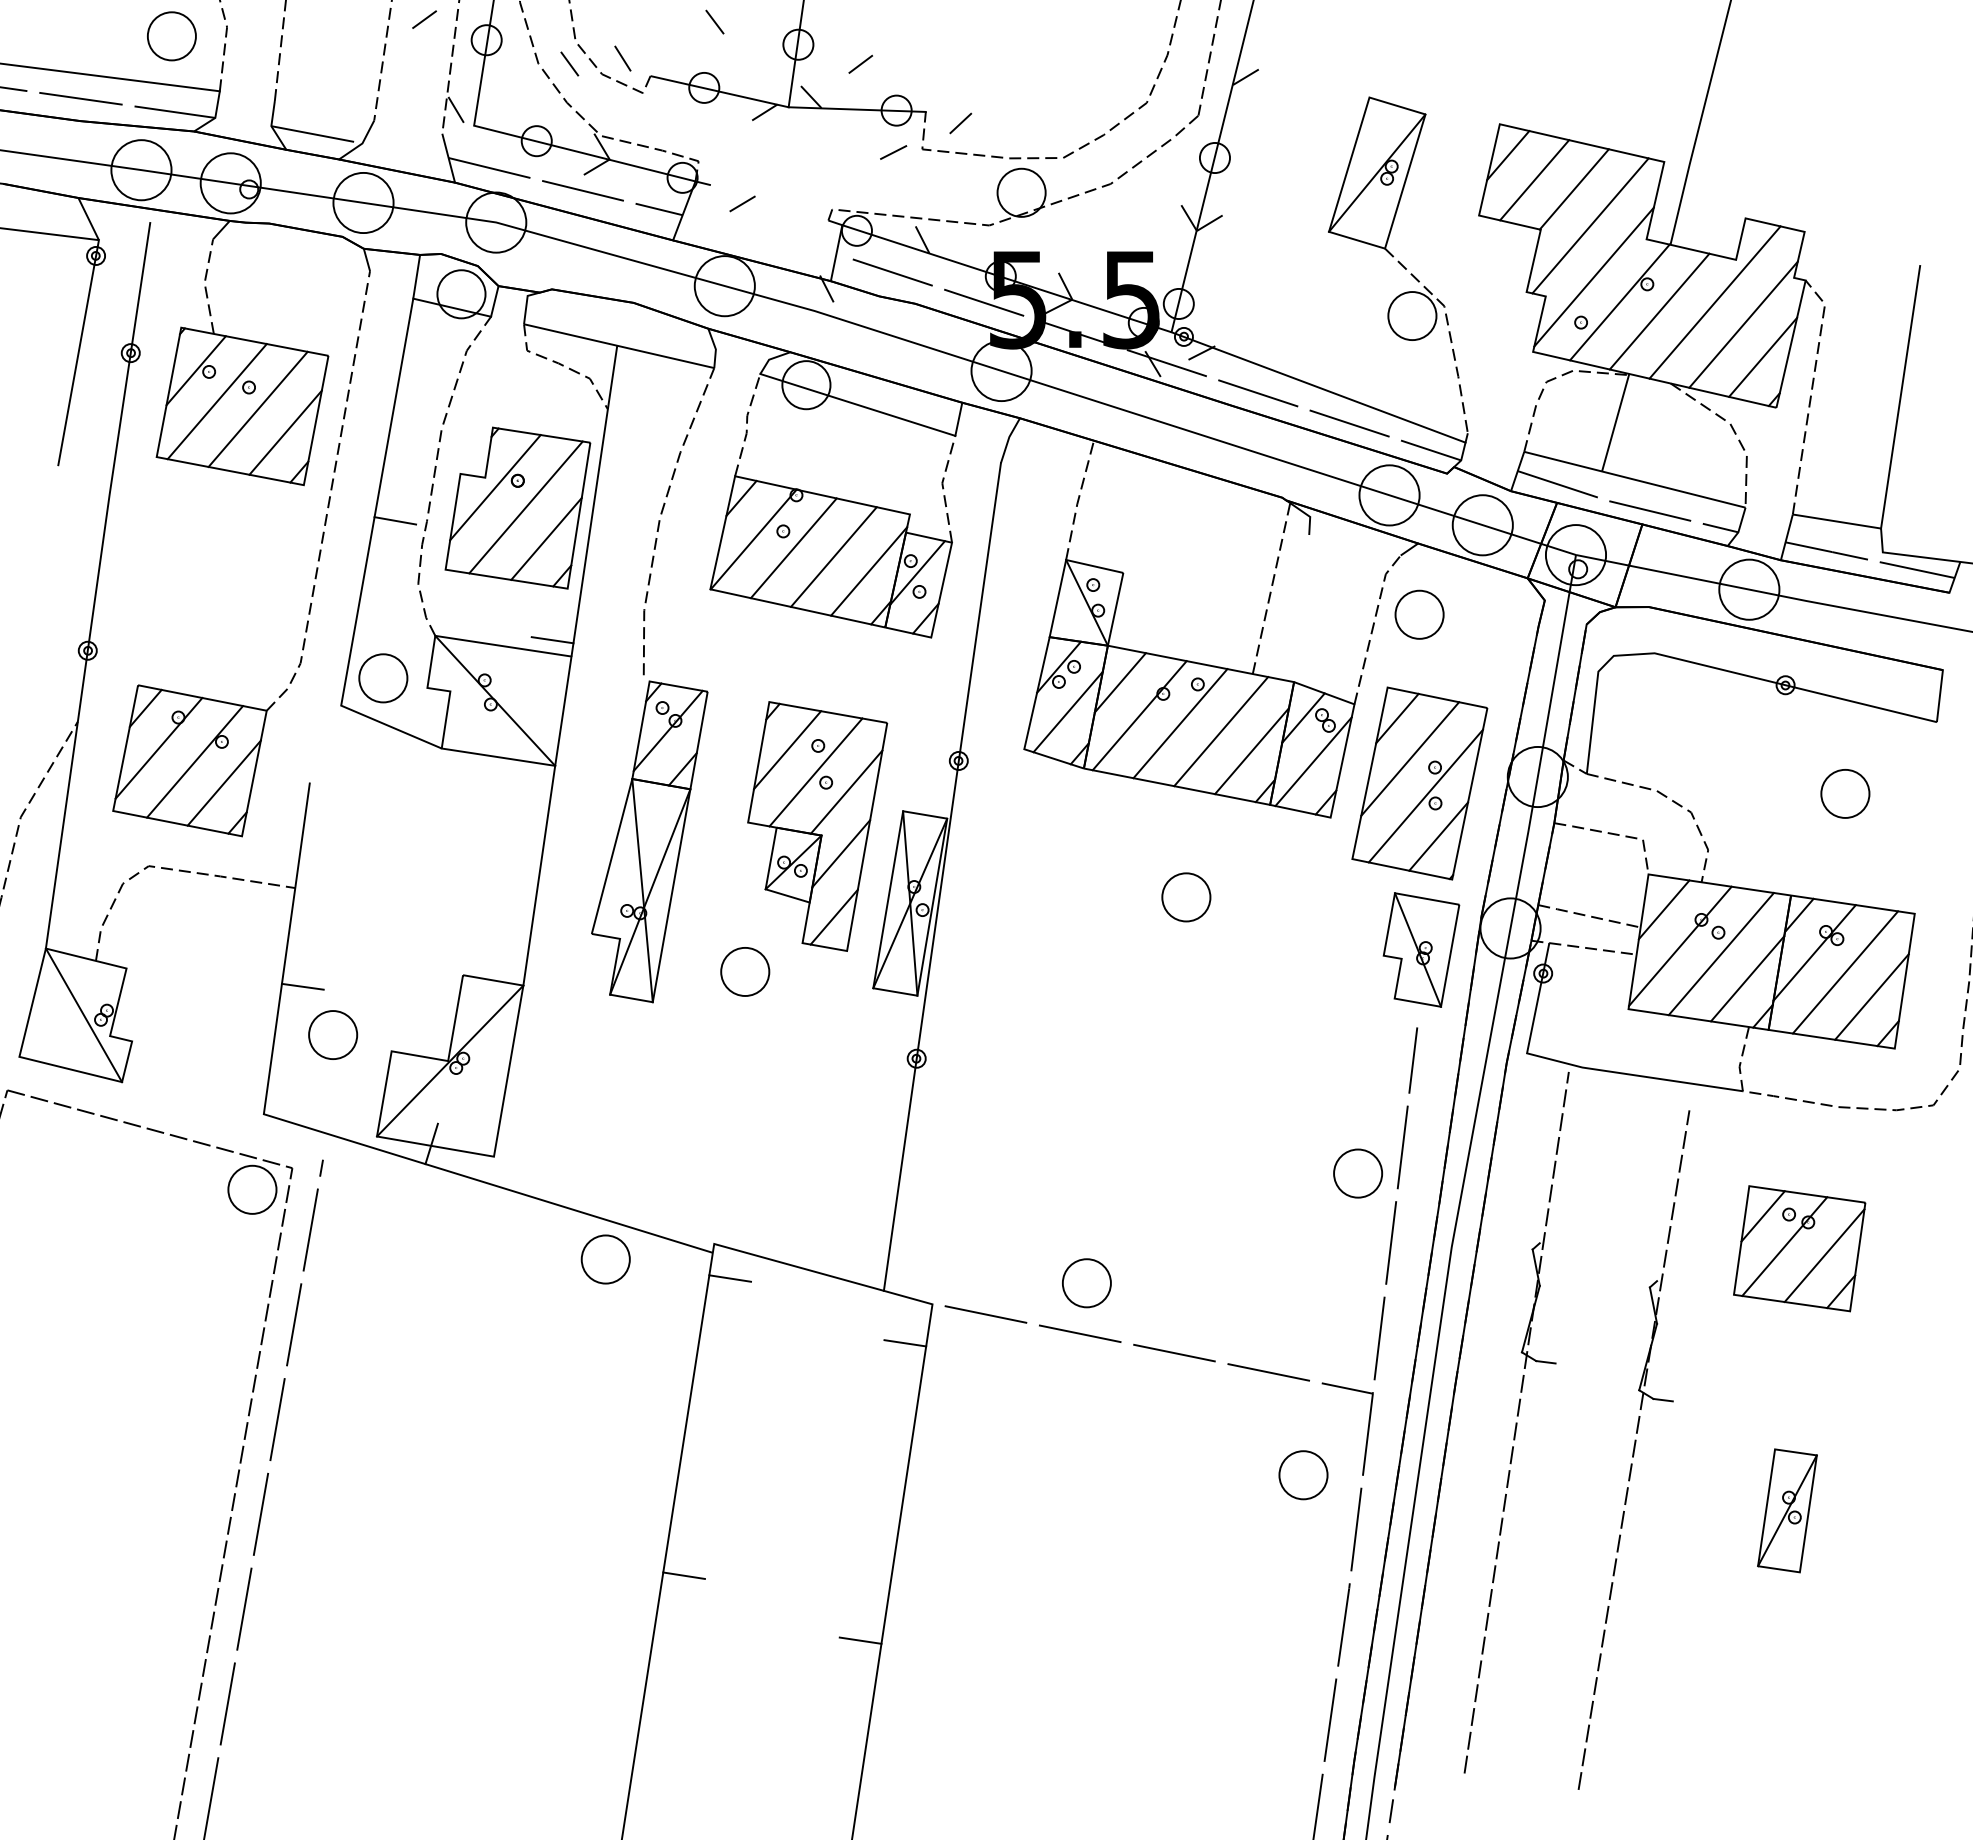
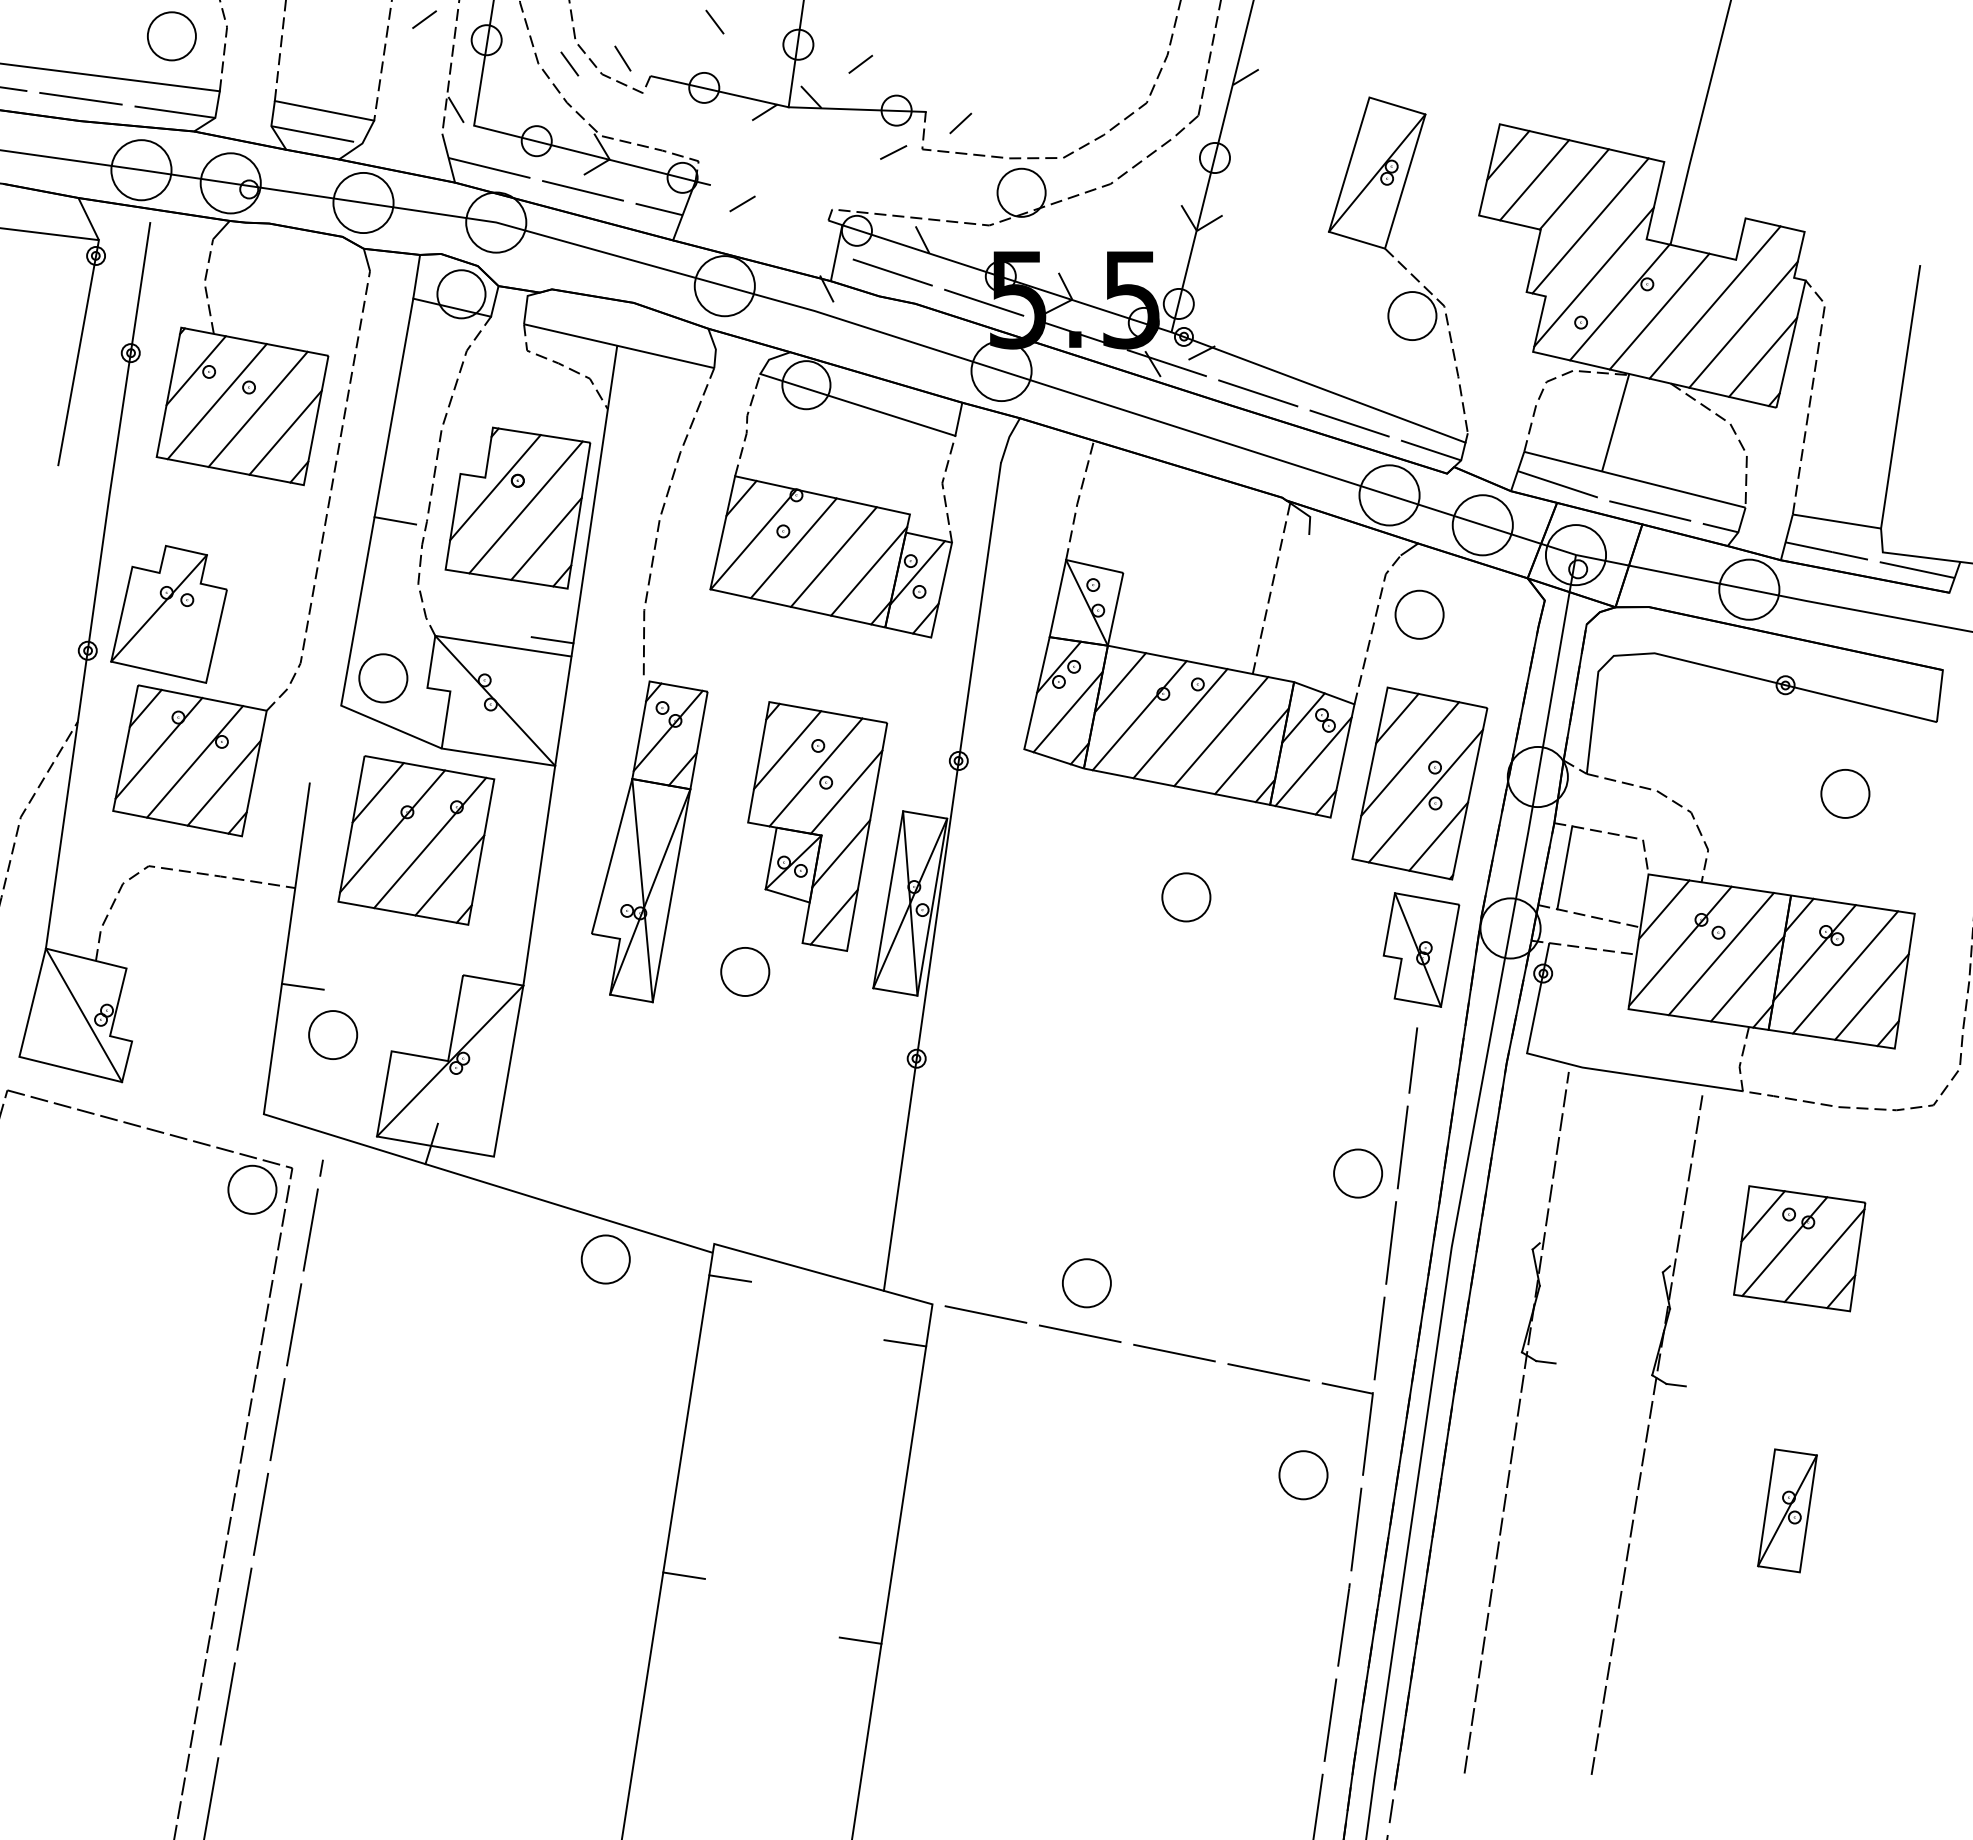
line at (324, 110): none -> present
part at (168, 613): none -> present
part at (416, 840): none -> present
line at (1564, 867): none -> present
part at (1633, 1449) position: (1633, 1449) -> (1646, 1434)
